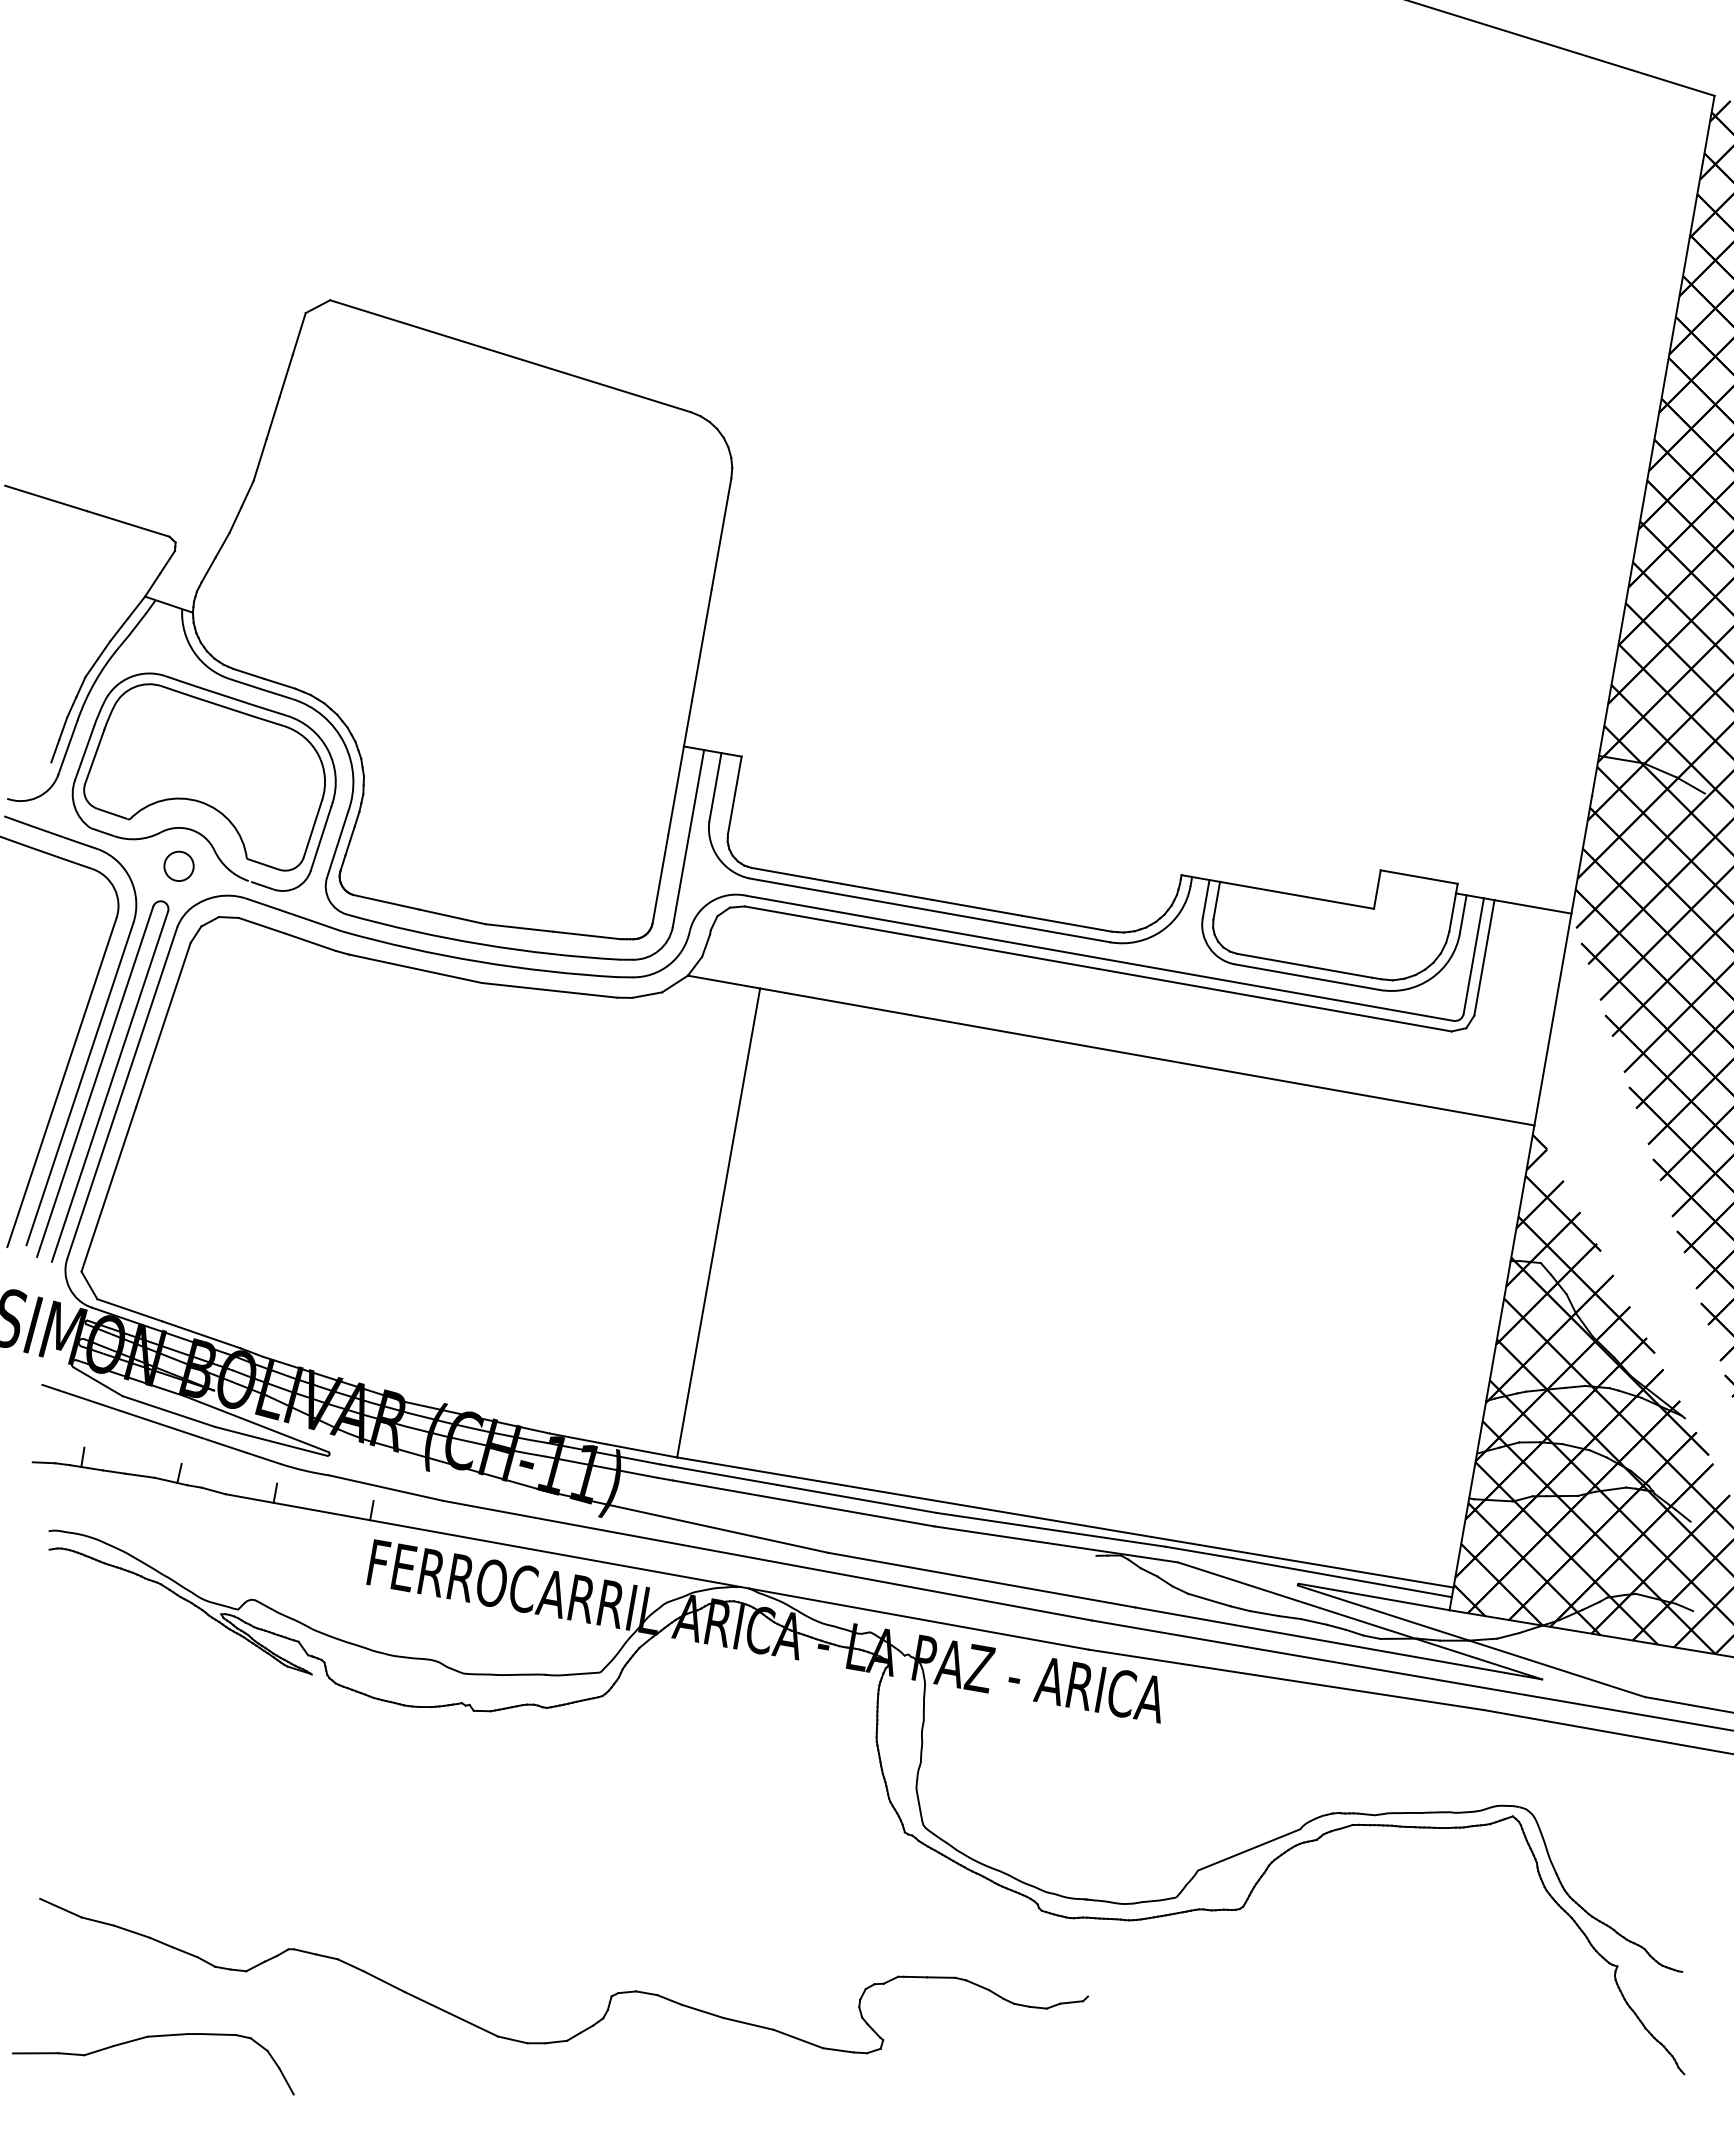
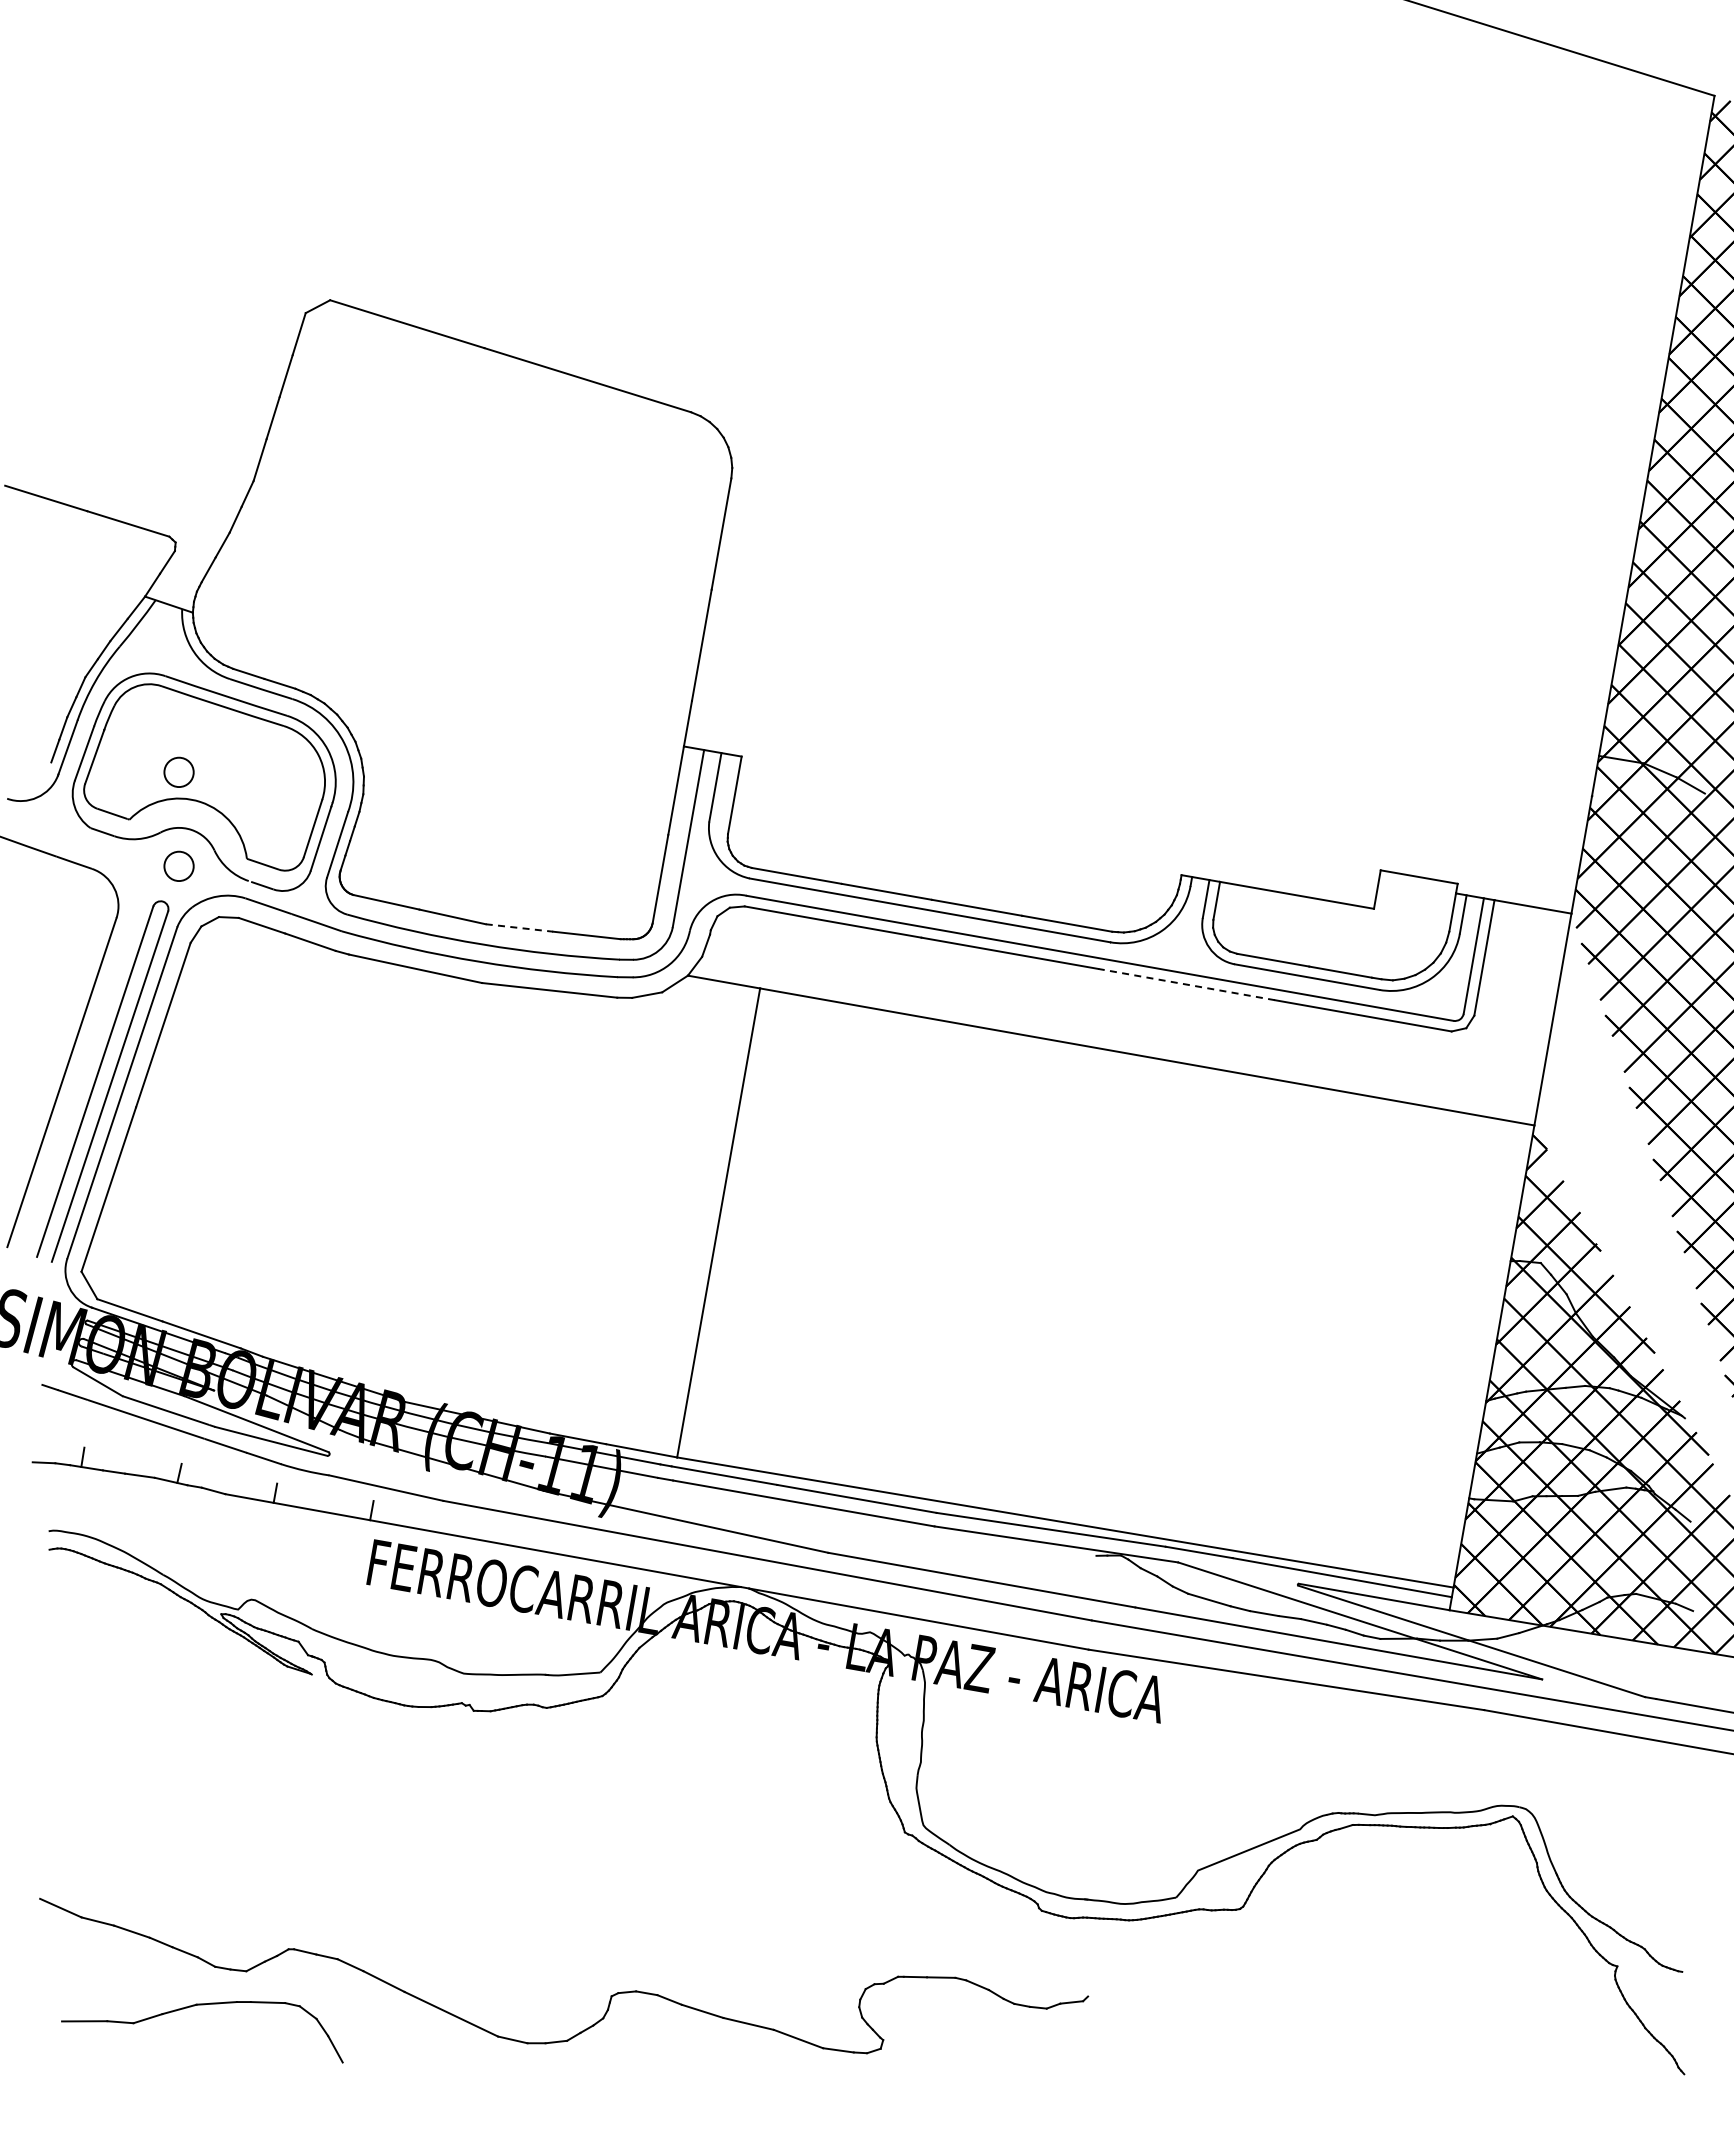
circle at (178, 771): none -> present
line at (519, 927): solid -> dashed
line at (1186, 984): solid -> dashed
part at (93, 1039): present -> none
part at (153, 2037) position: (153, 2037) -> (202, 2005)
